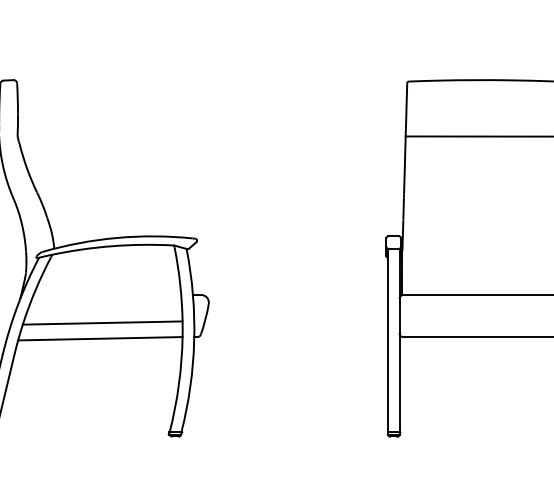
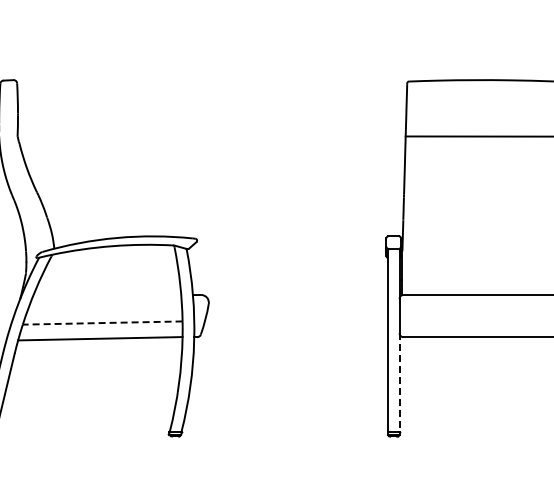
line at (102, 323): solid -> dashed
line at (399, 383): solid -> dashed
